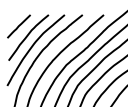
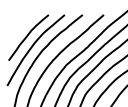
line at (18, 26): present -> none
